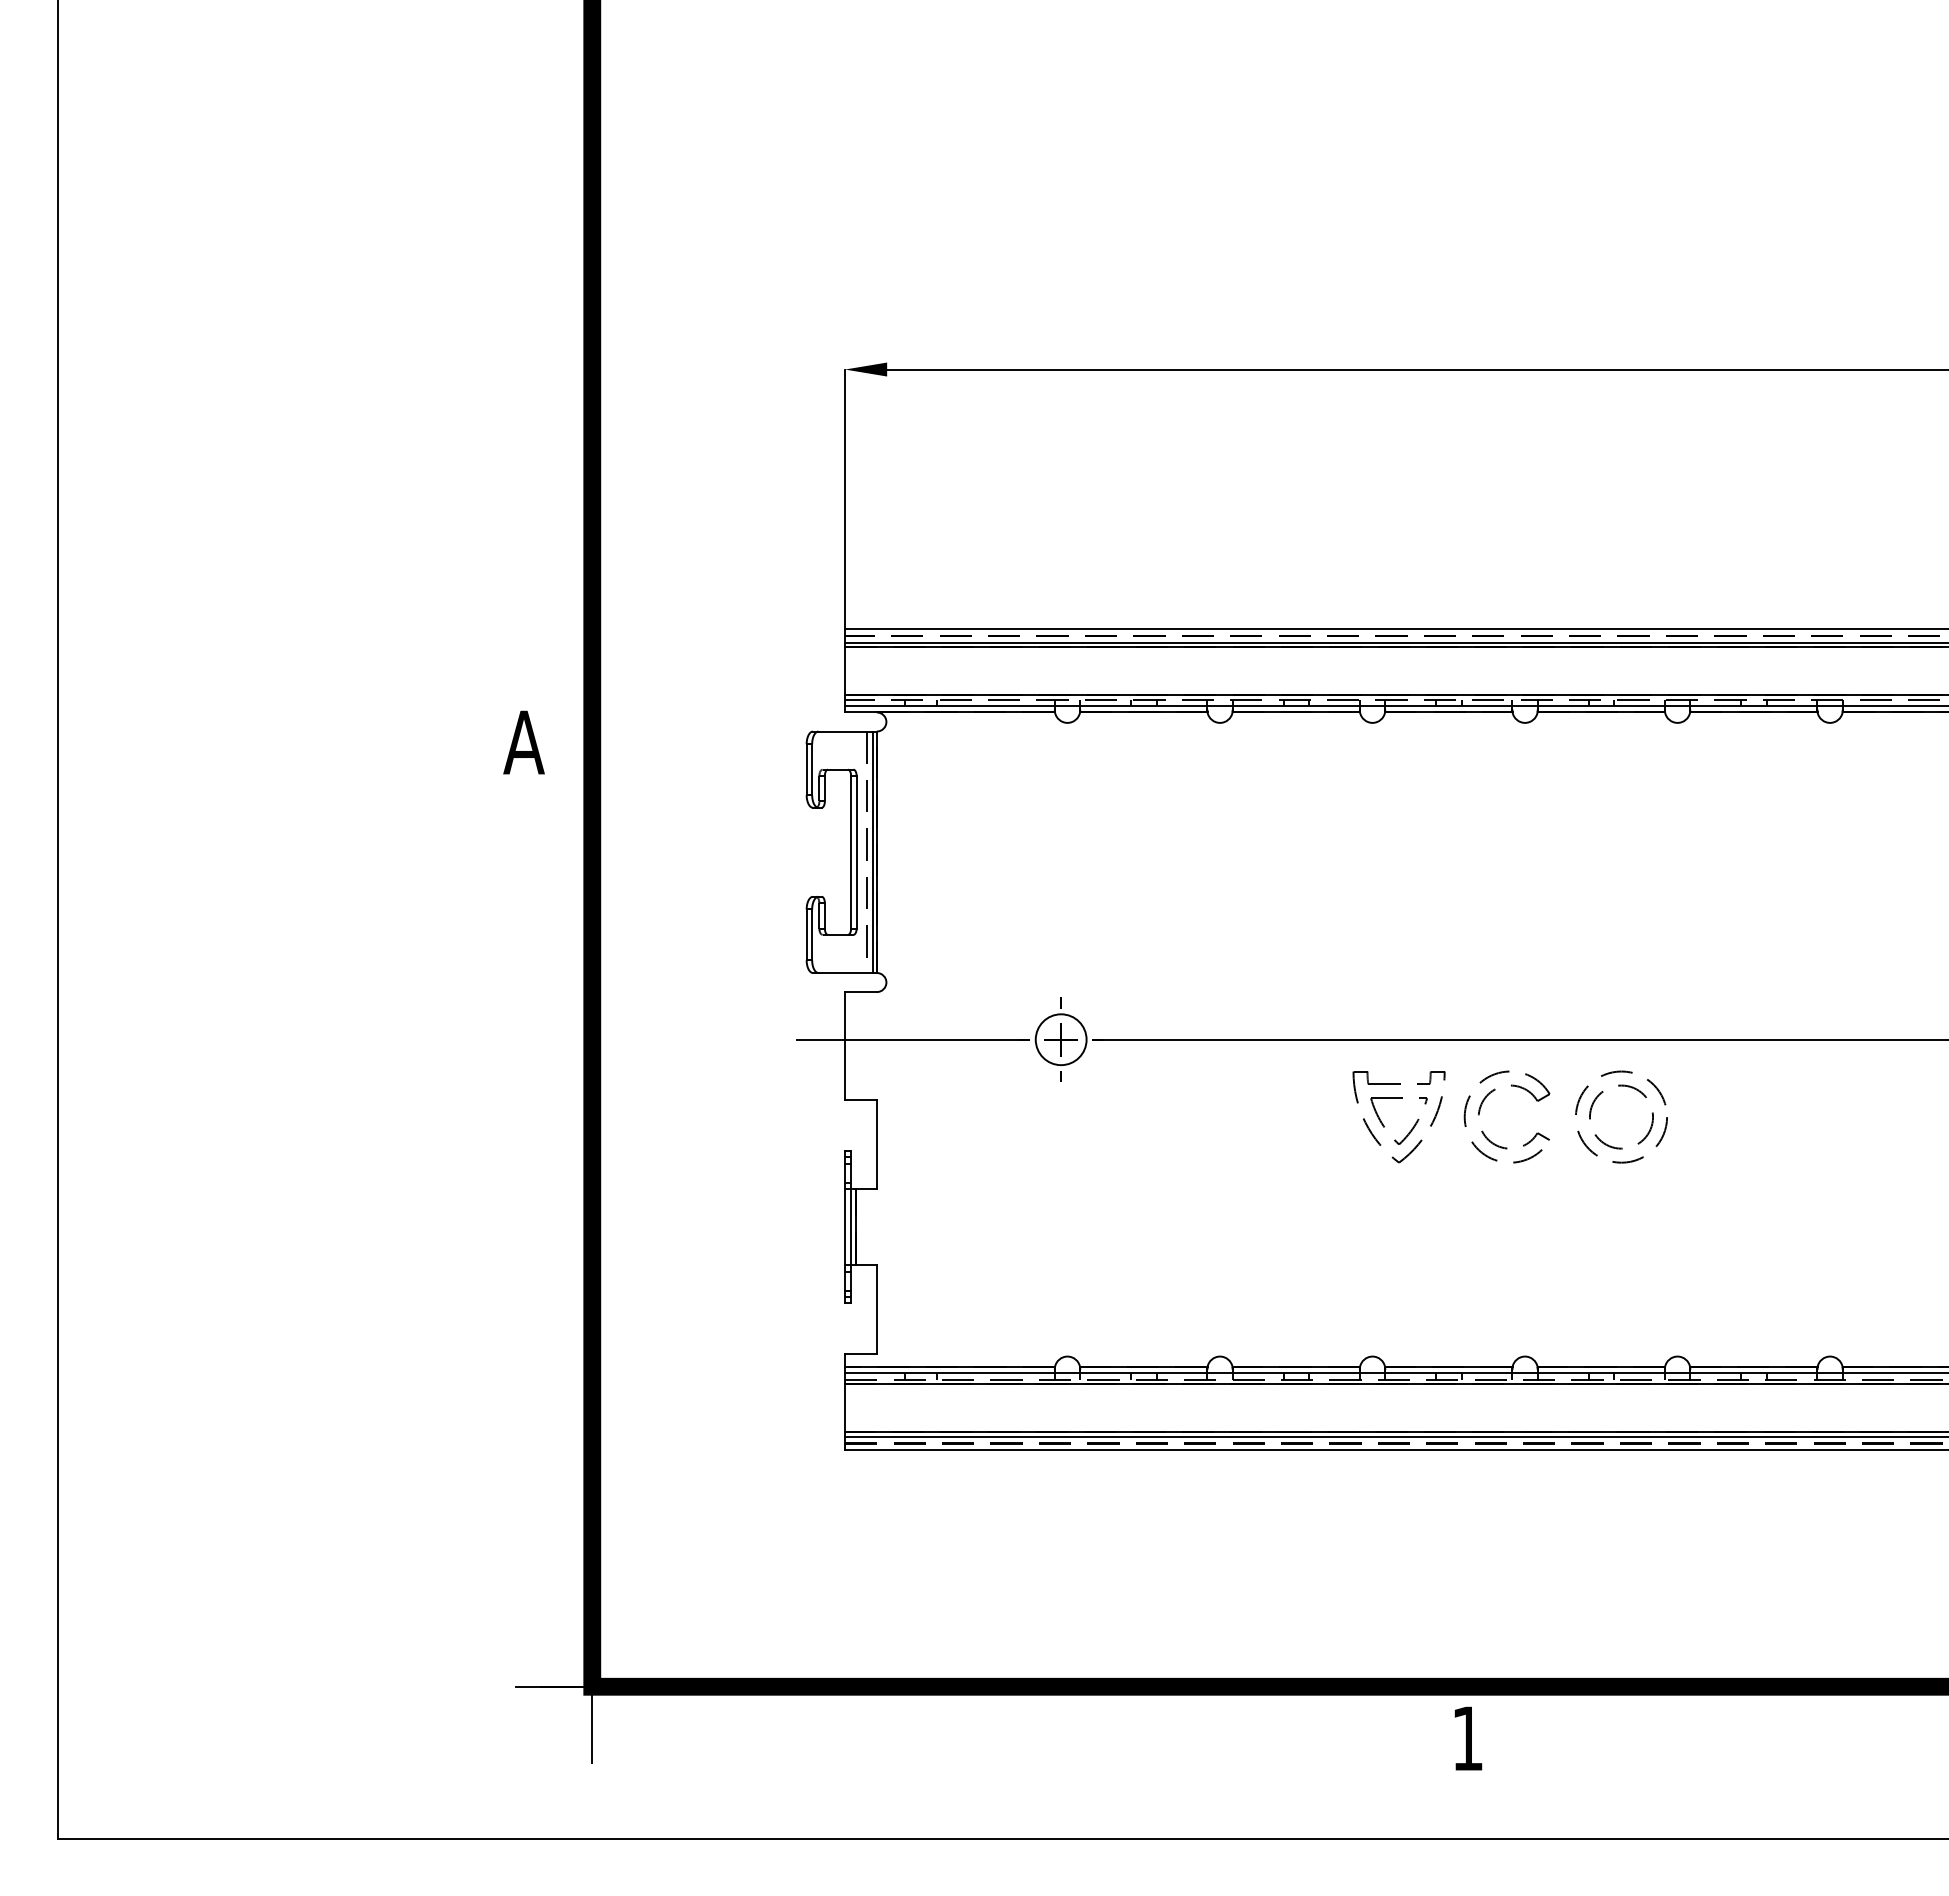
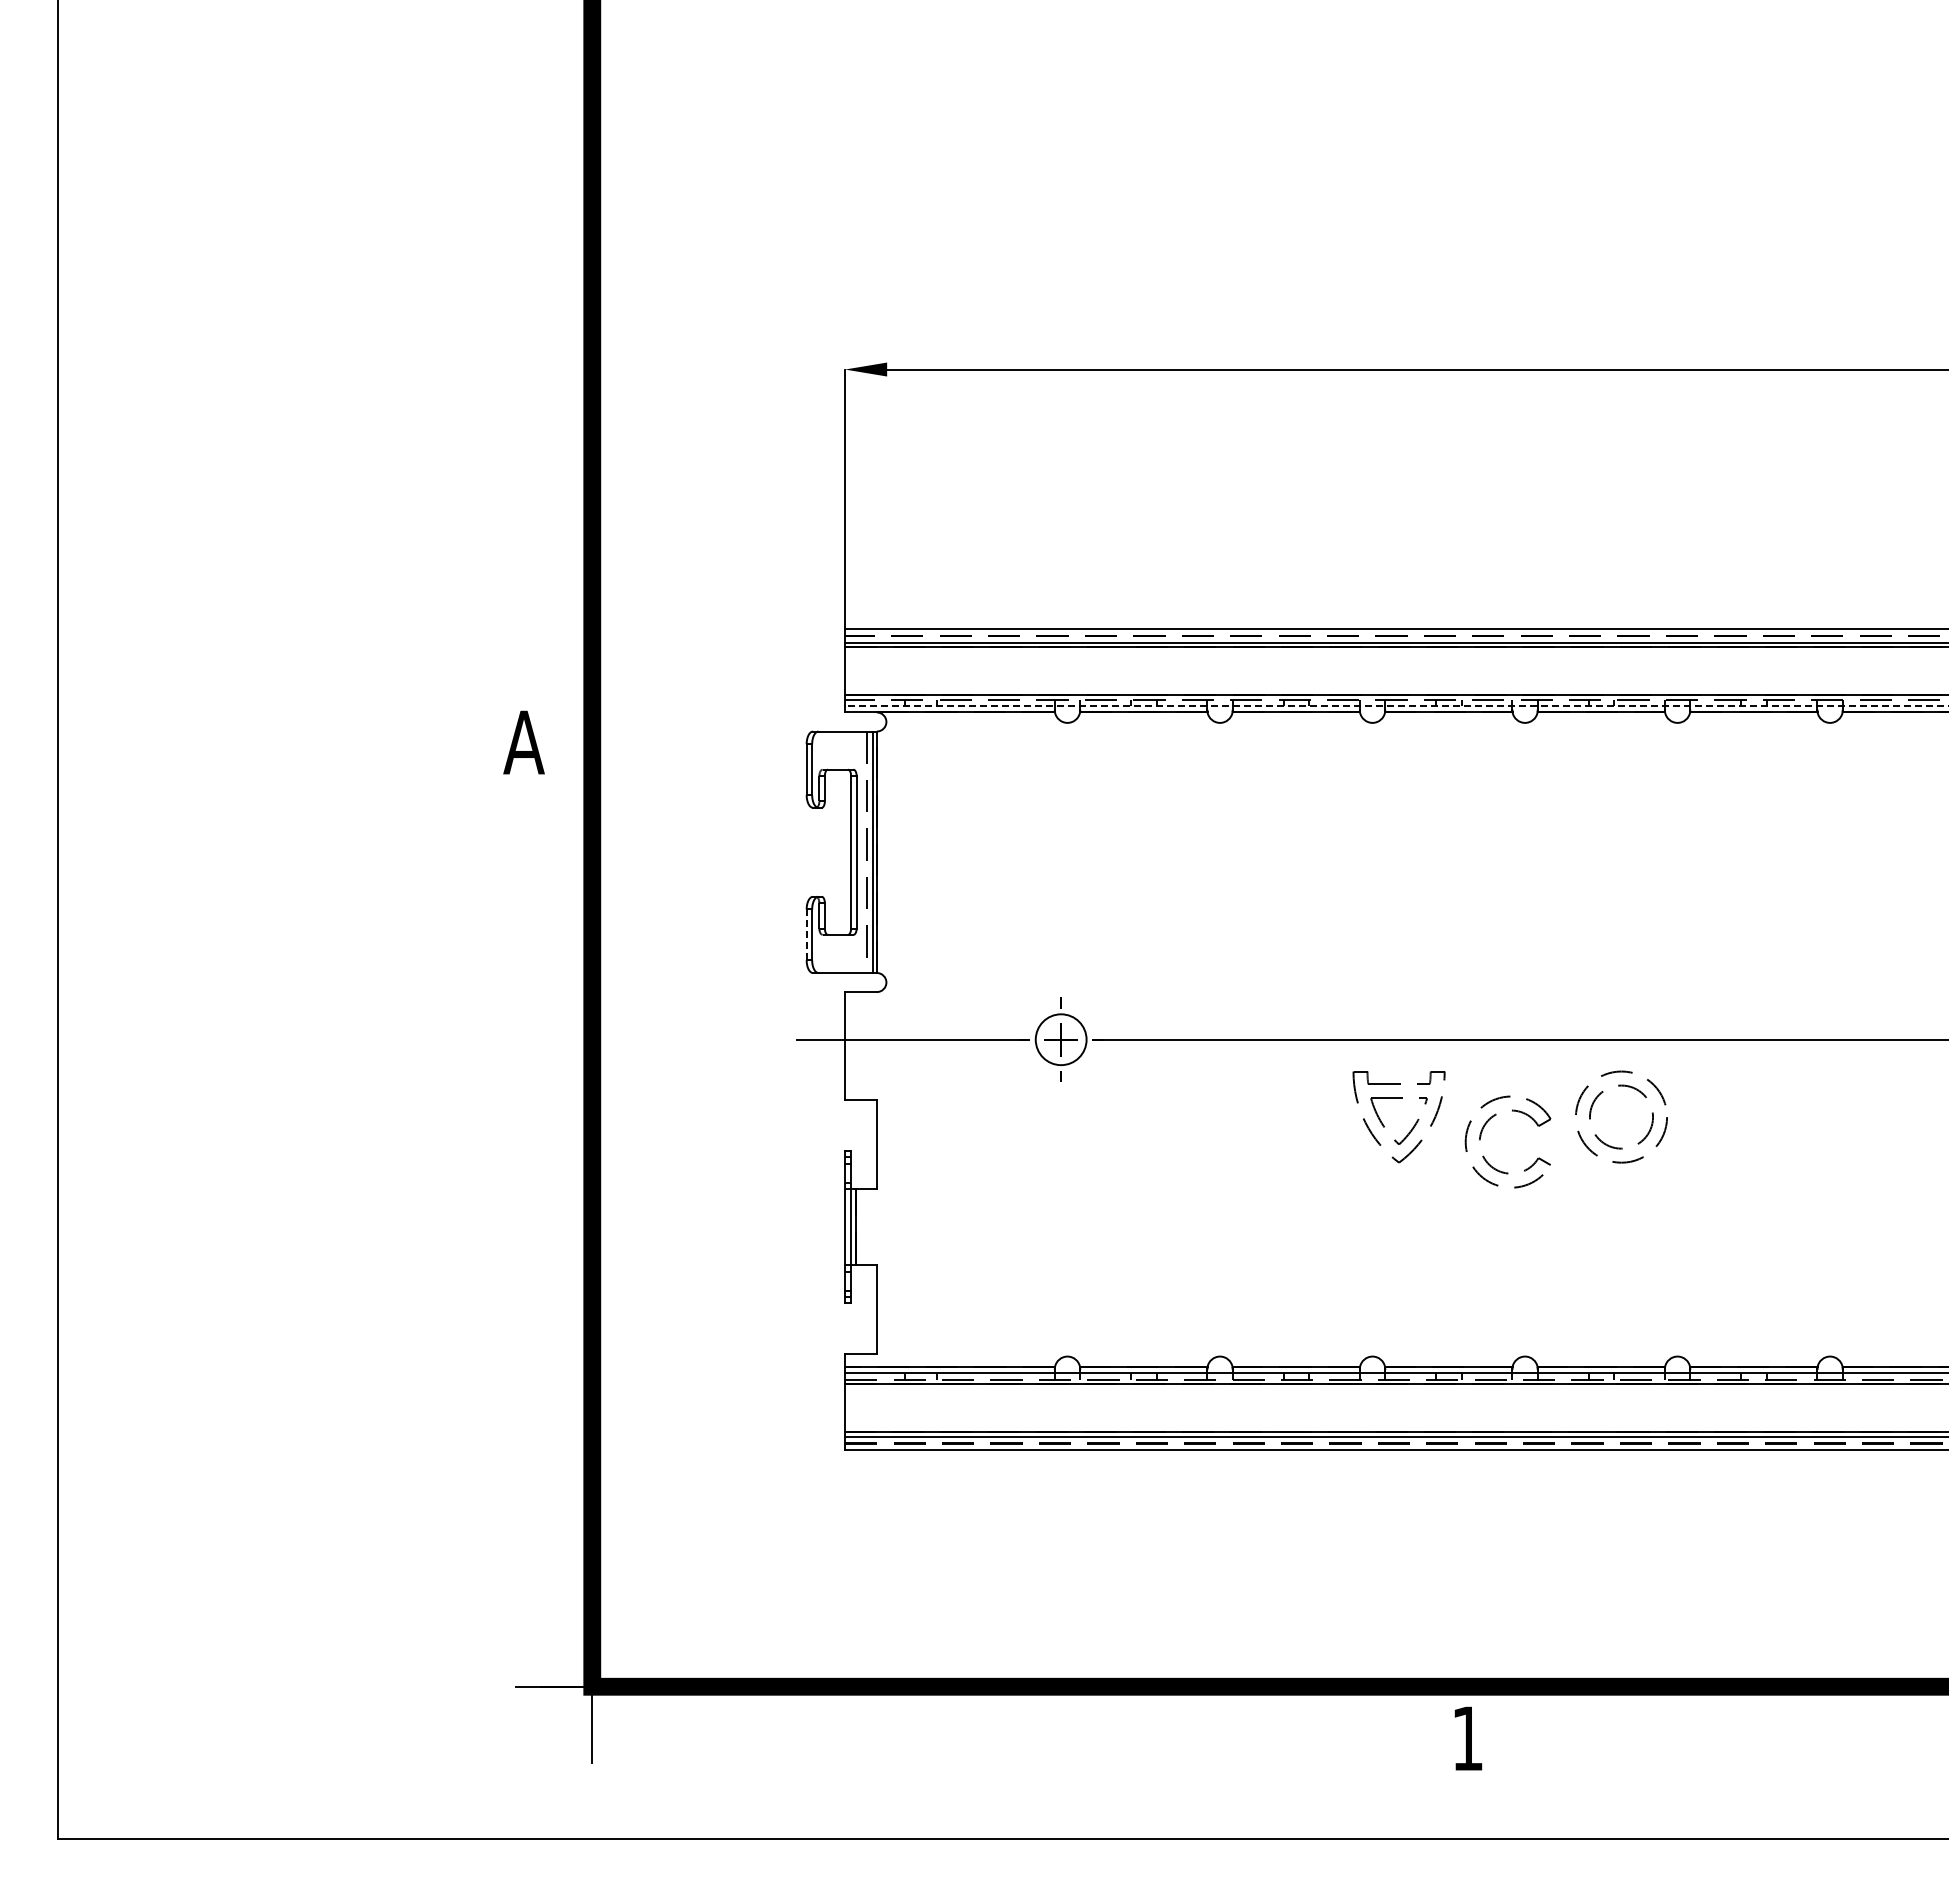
line at (1397, 706): solid -> dashed
line at (806, 935): solid -> dashed
part at (1480, 1111) position: (1480, 1111) -> (1481, 1136)
